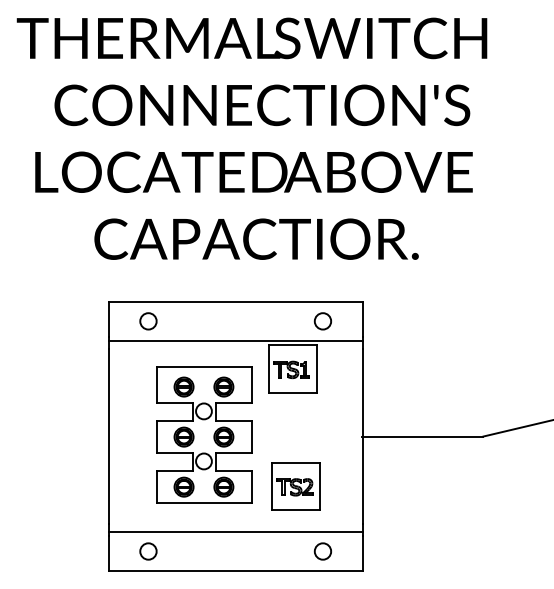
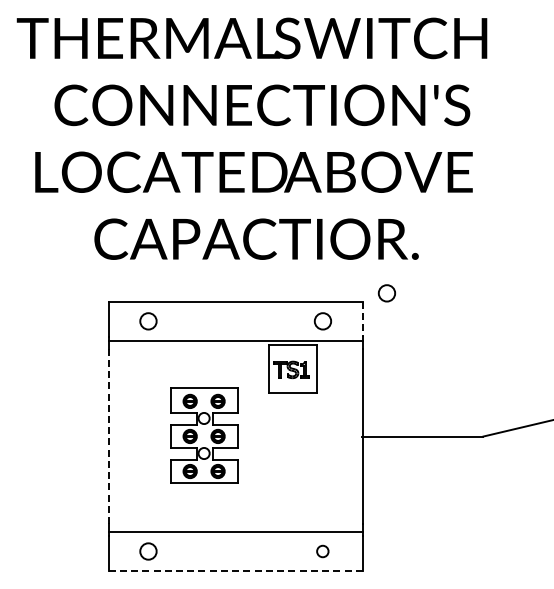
circle at (386, 293): none -> present
line at (362, 319): solid -> dashed
part at (204, 434) size: 97x138 px -> 69x97 px
line at (108, 436): solid -> dashed
part at (295, 486): present -> none
circle at (322, 551) size: 19x19 px -> 14x15 px
line at (235, 571): solid -> dashed
